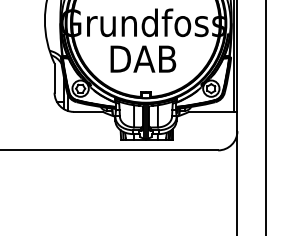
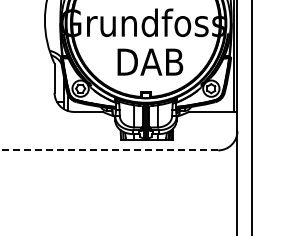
text at (143, 58) position: (143, 58) -> (150, 61)
line at (266, 117) position: (266, 117) -> (252, 117)
line at (109, 150): solid -> dashed
